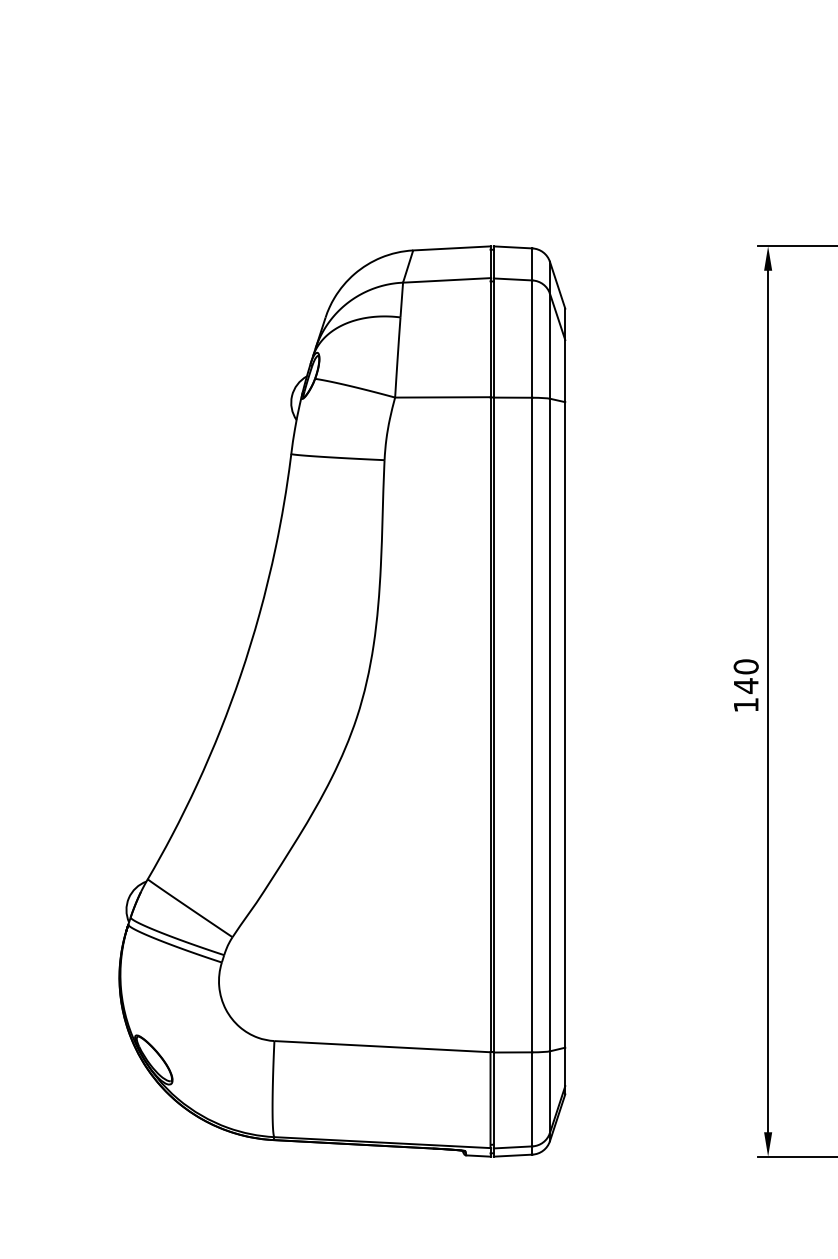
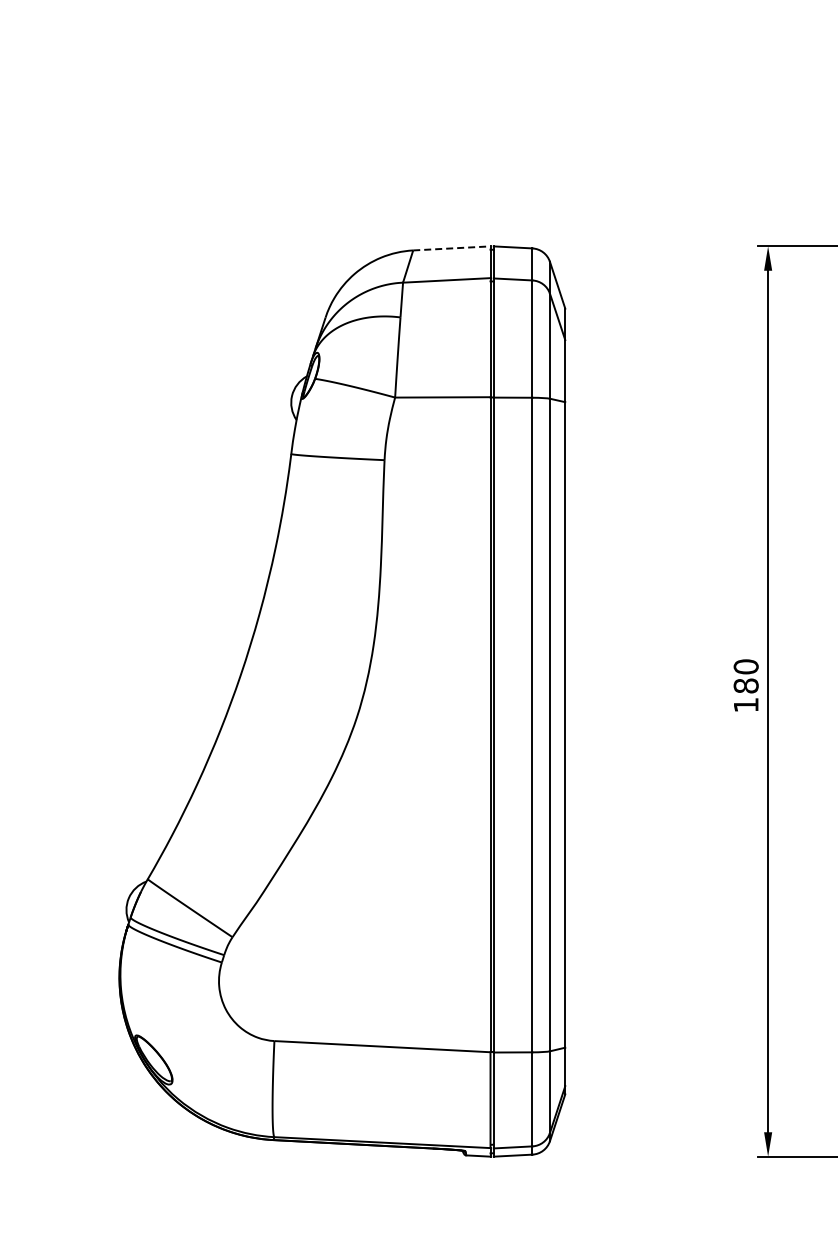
line at (451, 248): solid -> dashed
text at (745, 686): 140 -> 180
